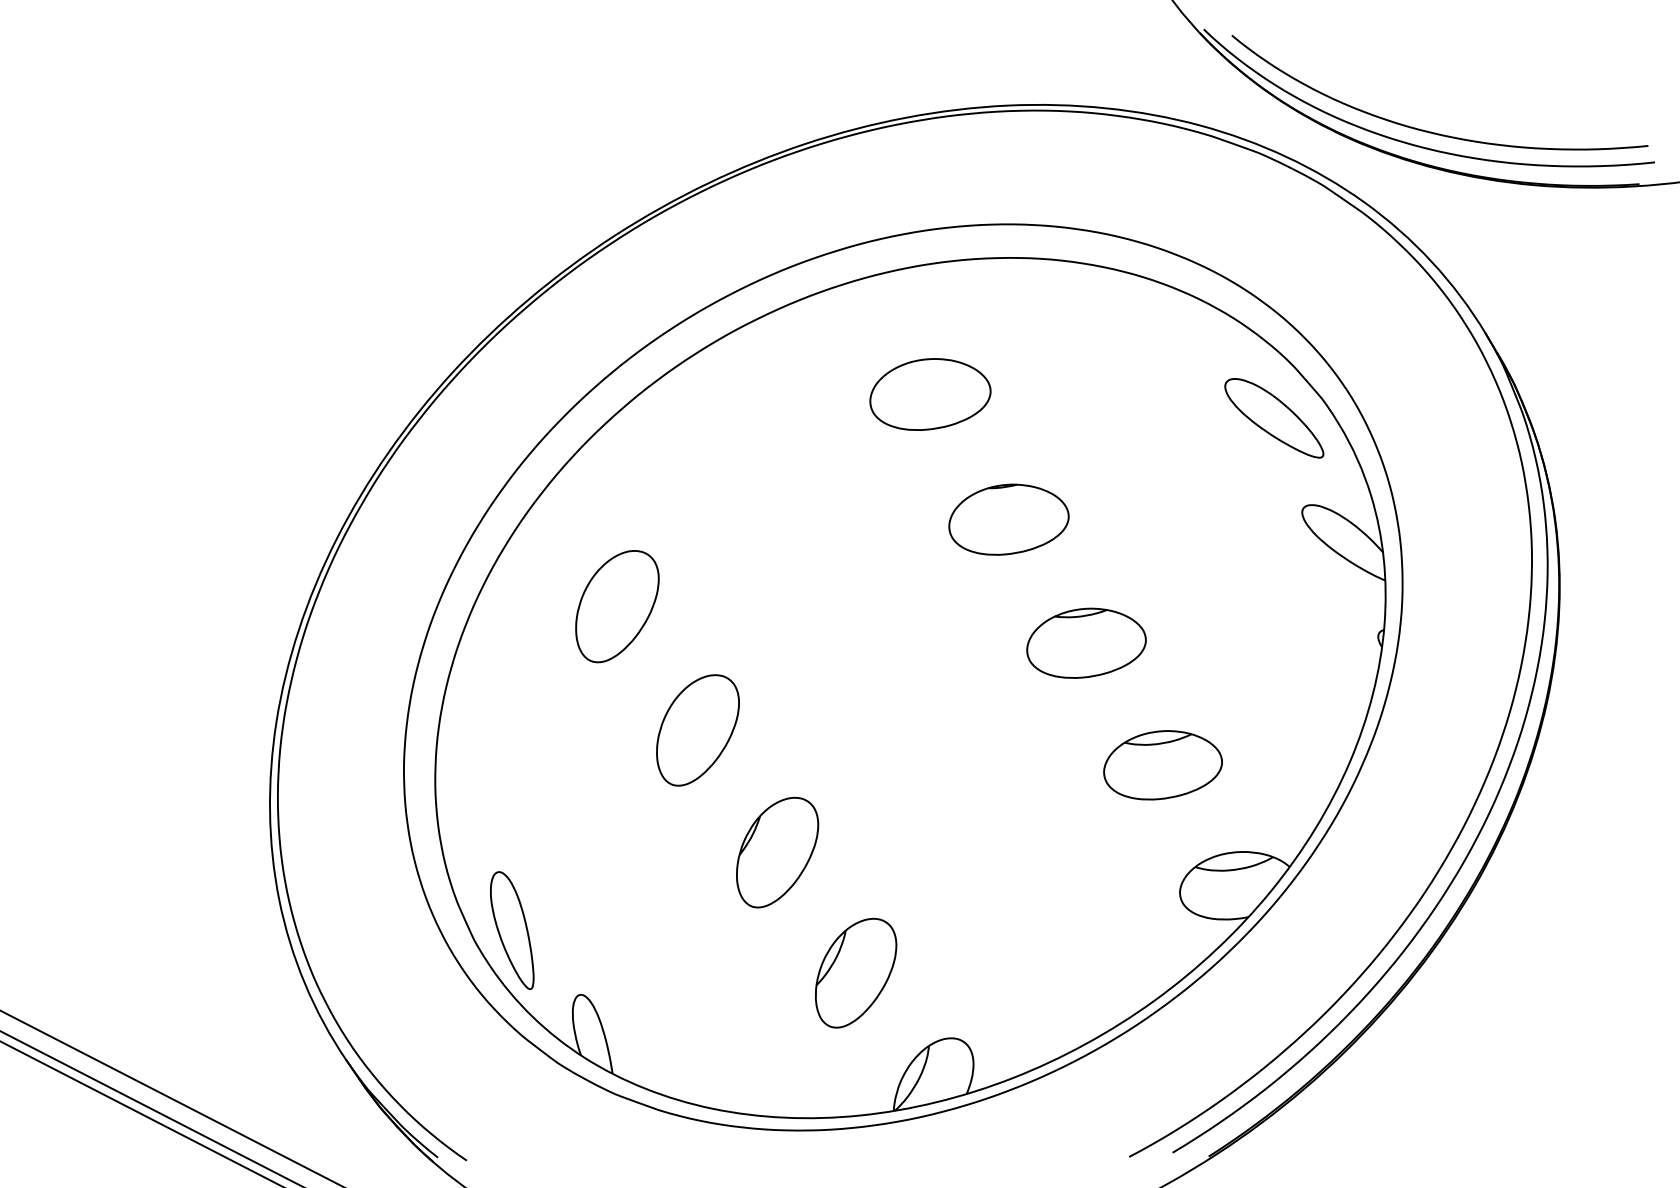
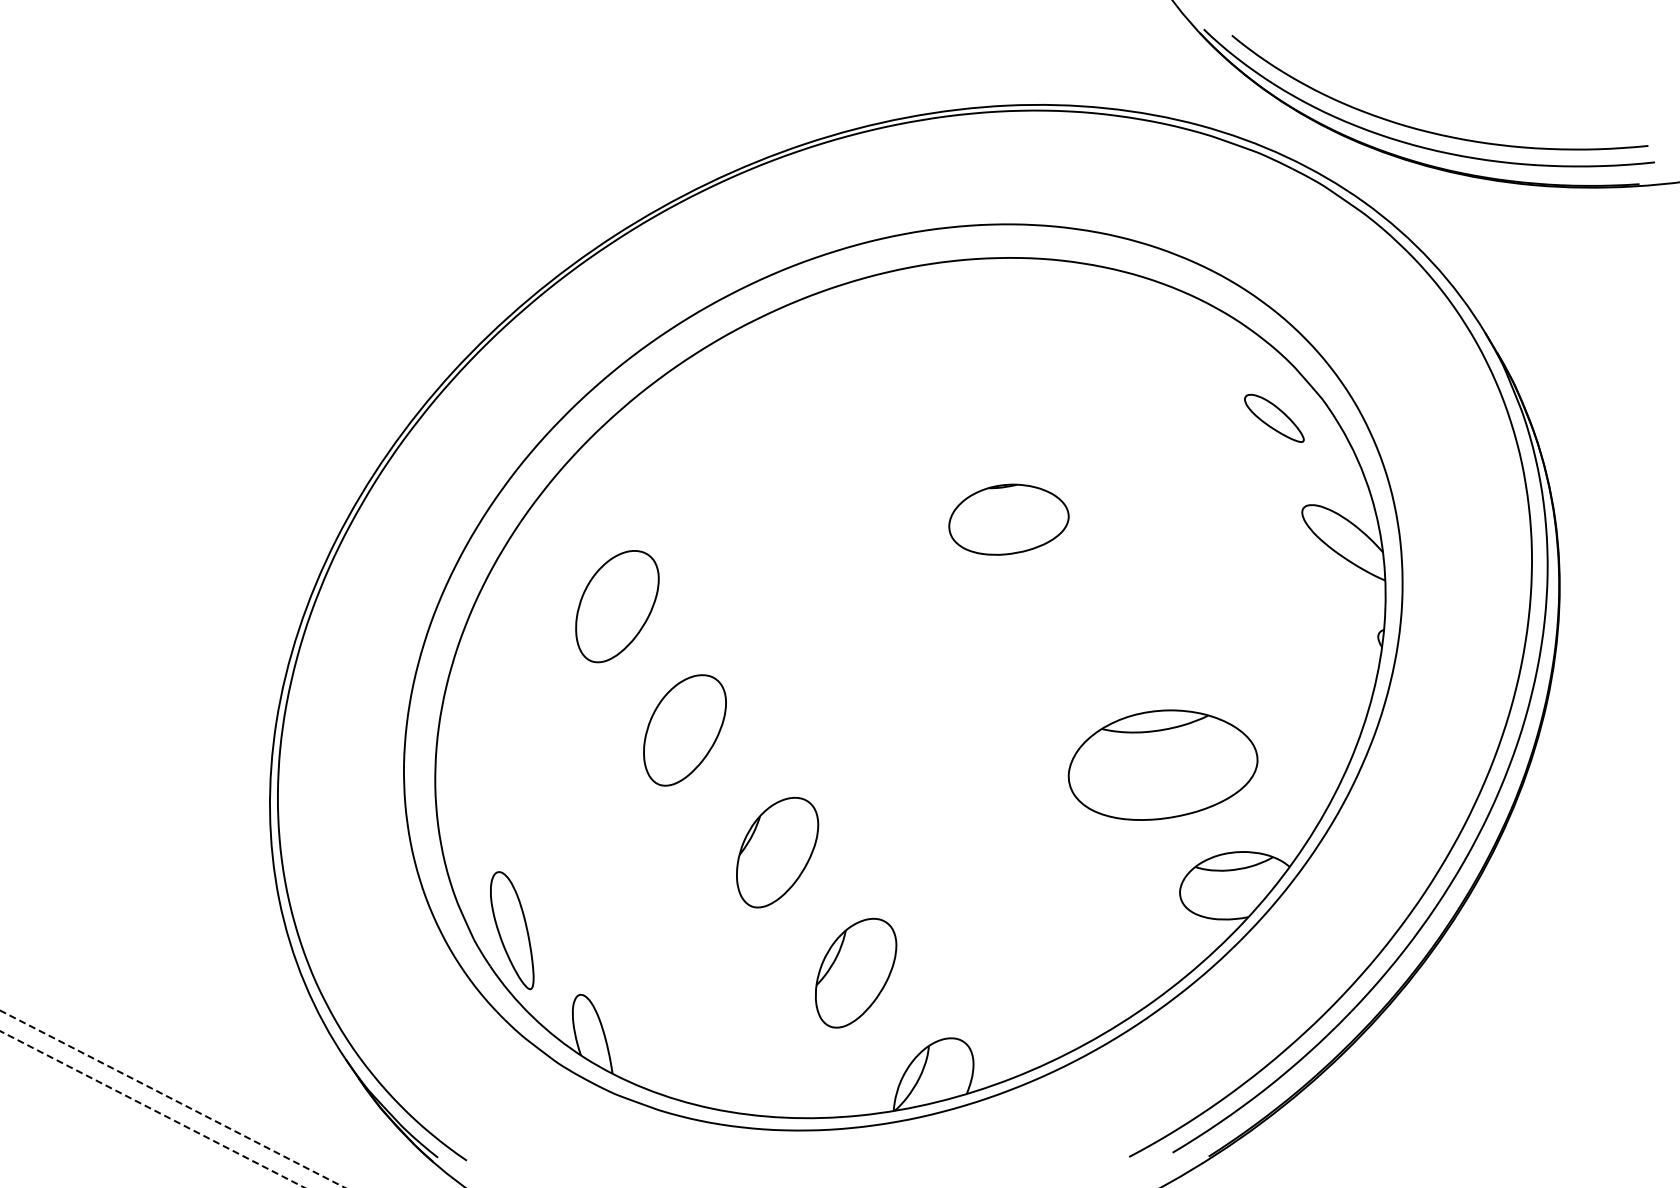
part at (930, 394): present -> none
part at (1274, 418) size: 101x81 px -> 61x50 px
part at (1086, 642): present -> none
part at (697, 730) position: (697, 730) -> (684, 730)
part at (1162, 765) size: 120x71 px -> 192x112 px
line at (173, 1099): solid -> dashed
line at (152, 1109): solid -> dashed
line at (140, 1113): present -> none
